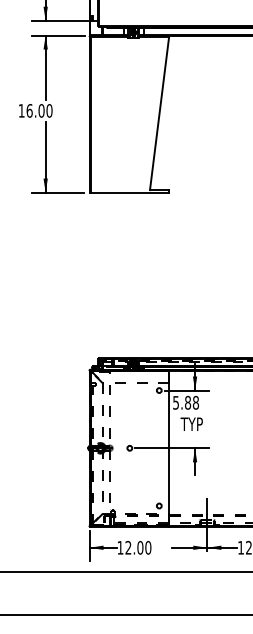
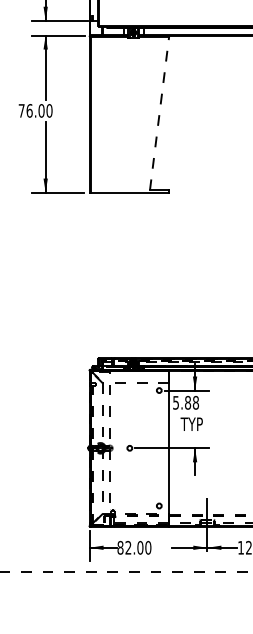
text at (21, 110): 16.00 -> 76.00
line at (159, 113): solid -> dashed
text at (120, 547): 12.00 -> 82.00
line at (126, 572): solid -> dashed
line at (125, 614): present -> none
